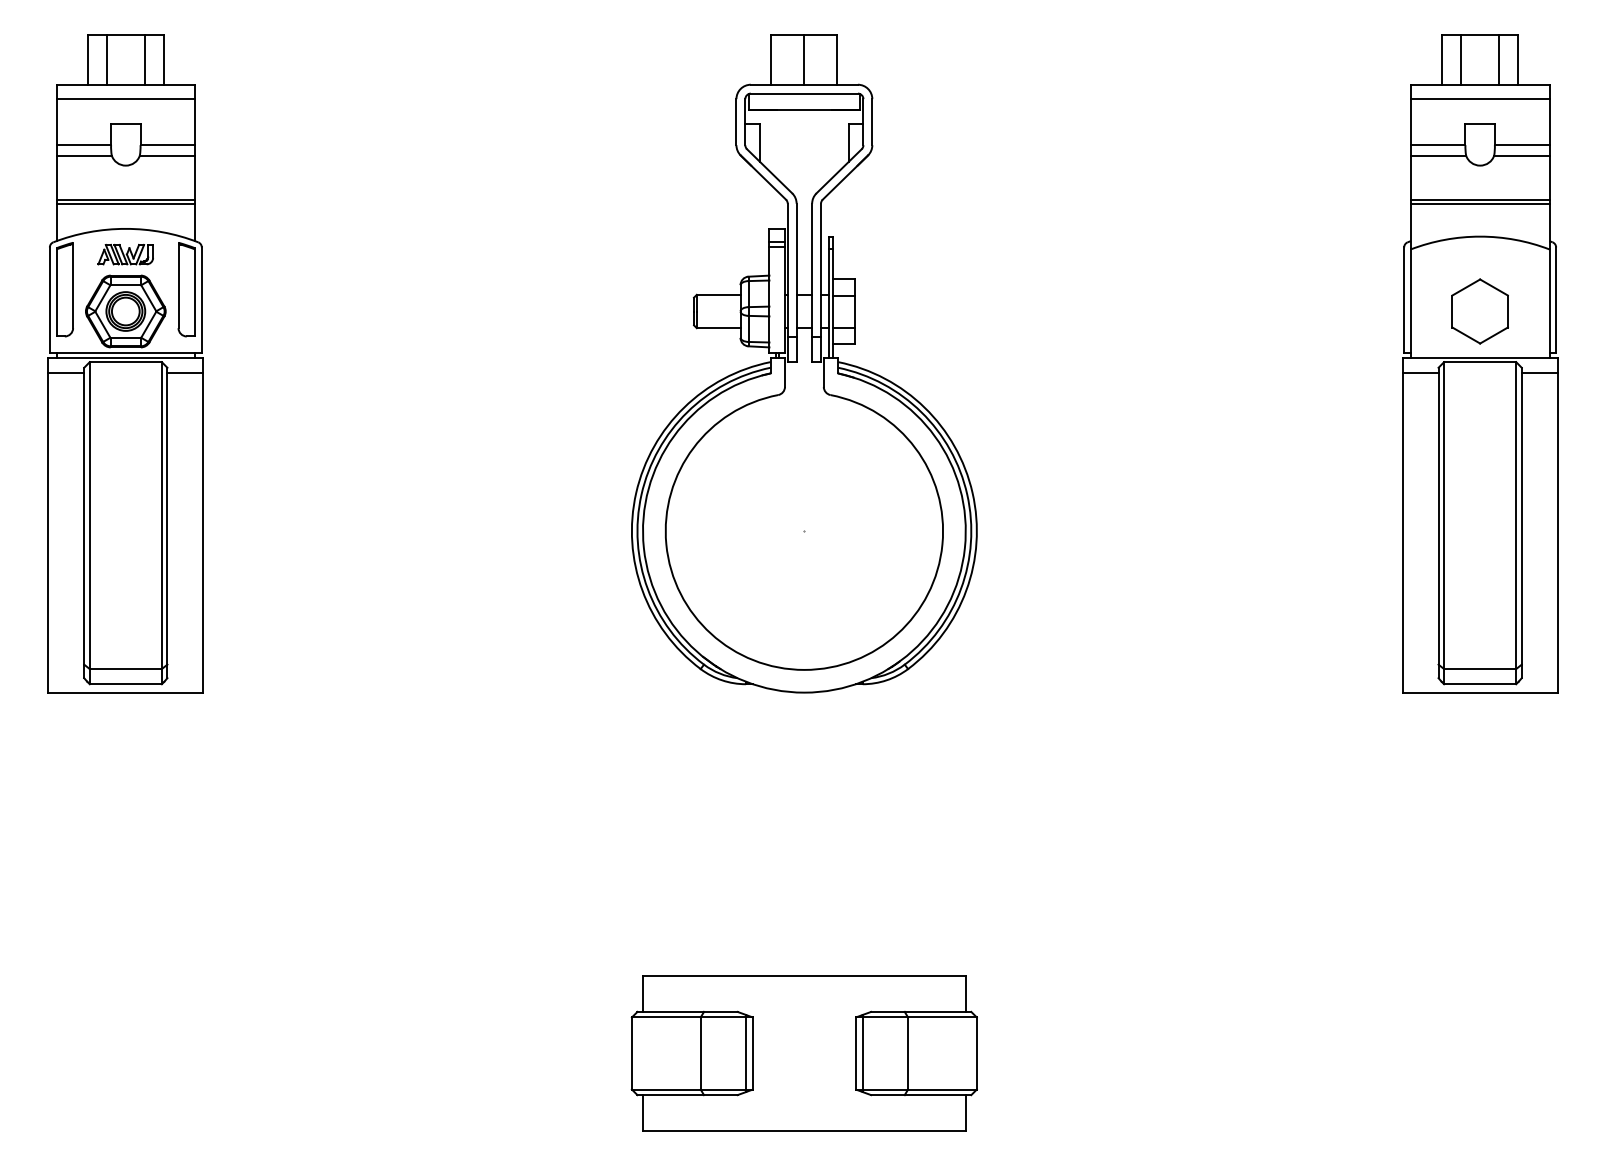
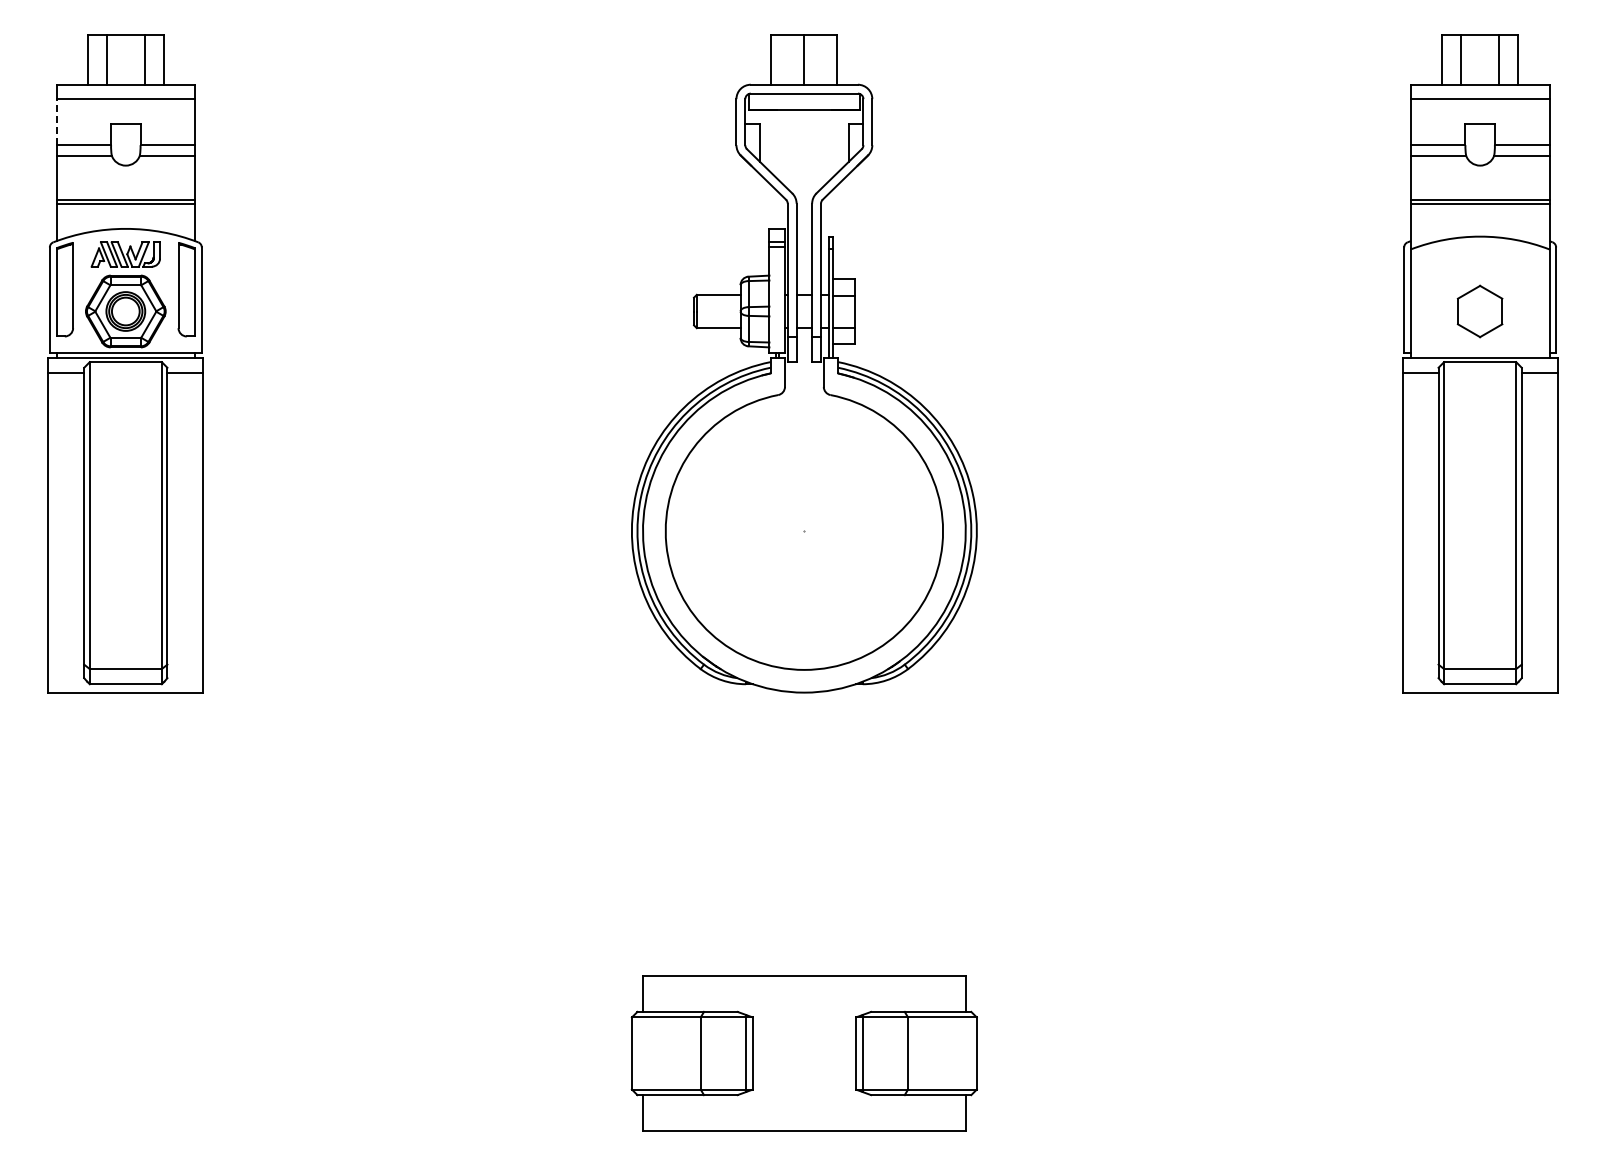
line at (56, 121): solid -> dashed
part at (125, 254) size: 57x22 px -> 71x27 px
part at (1479, 311) size: 58x67 px -> 48x55 px
